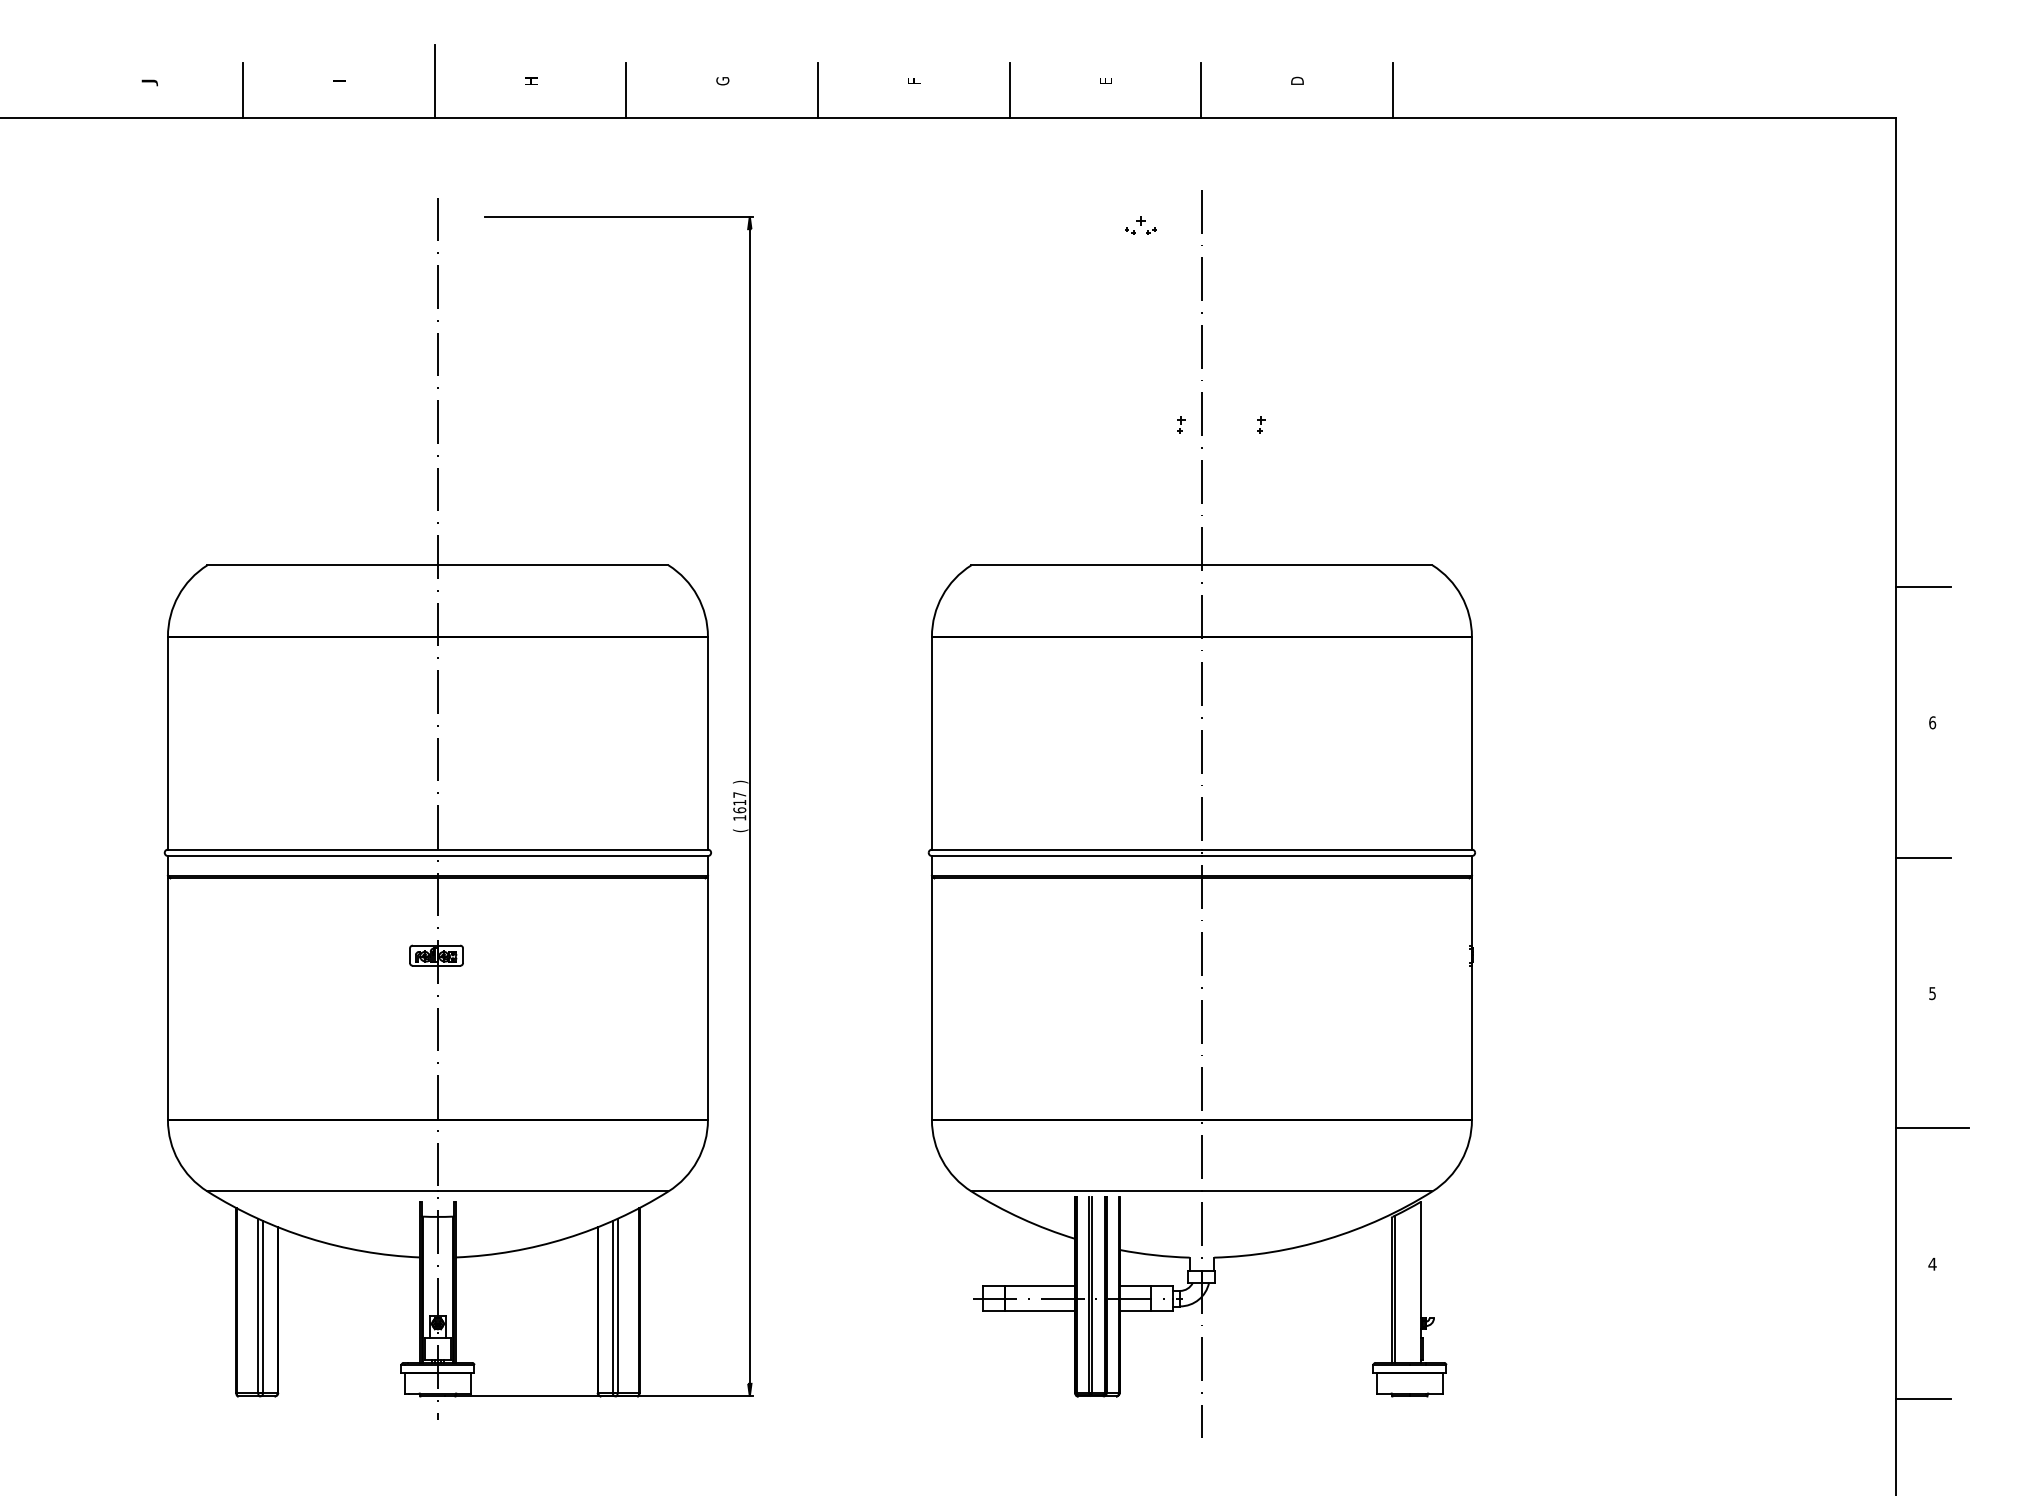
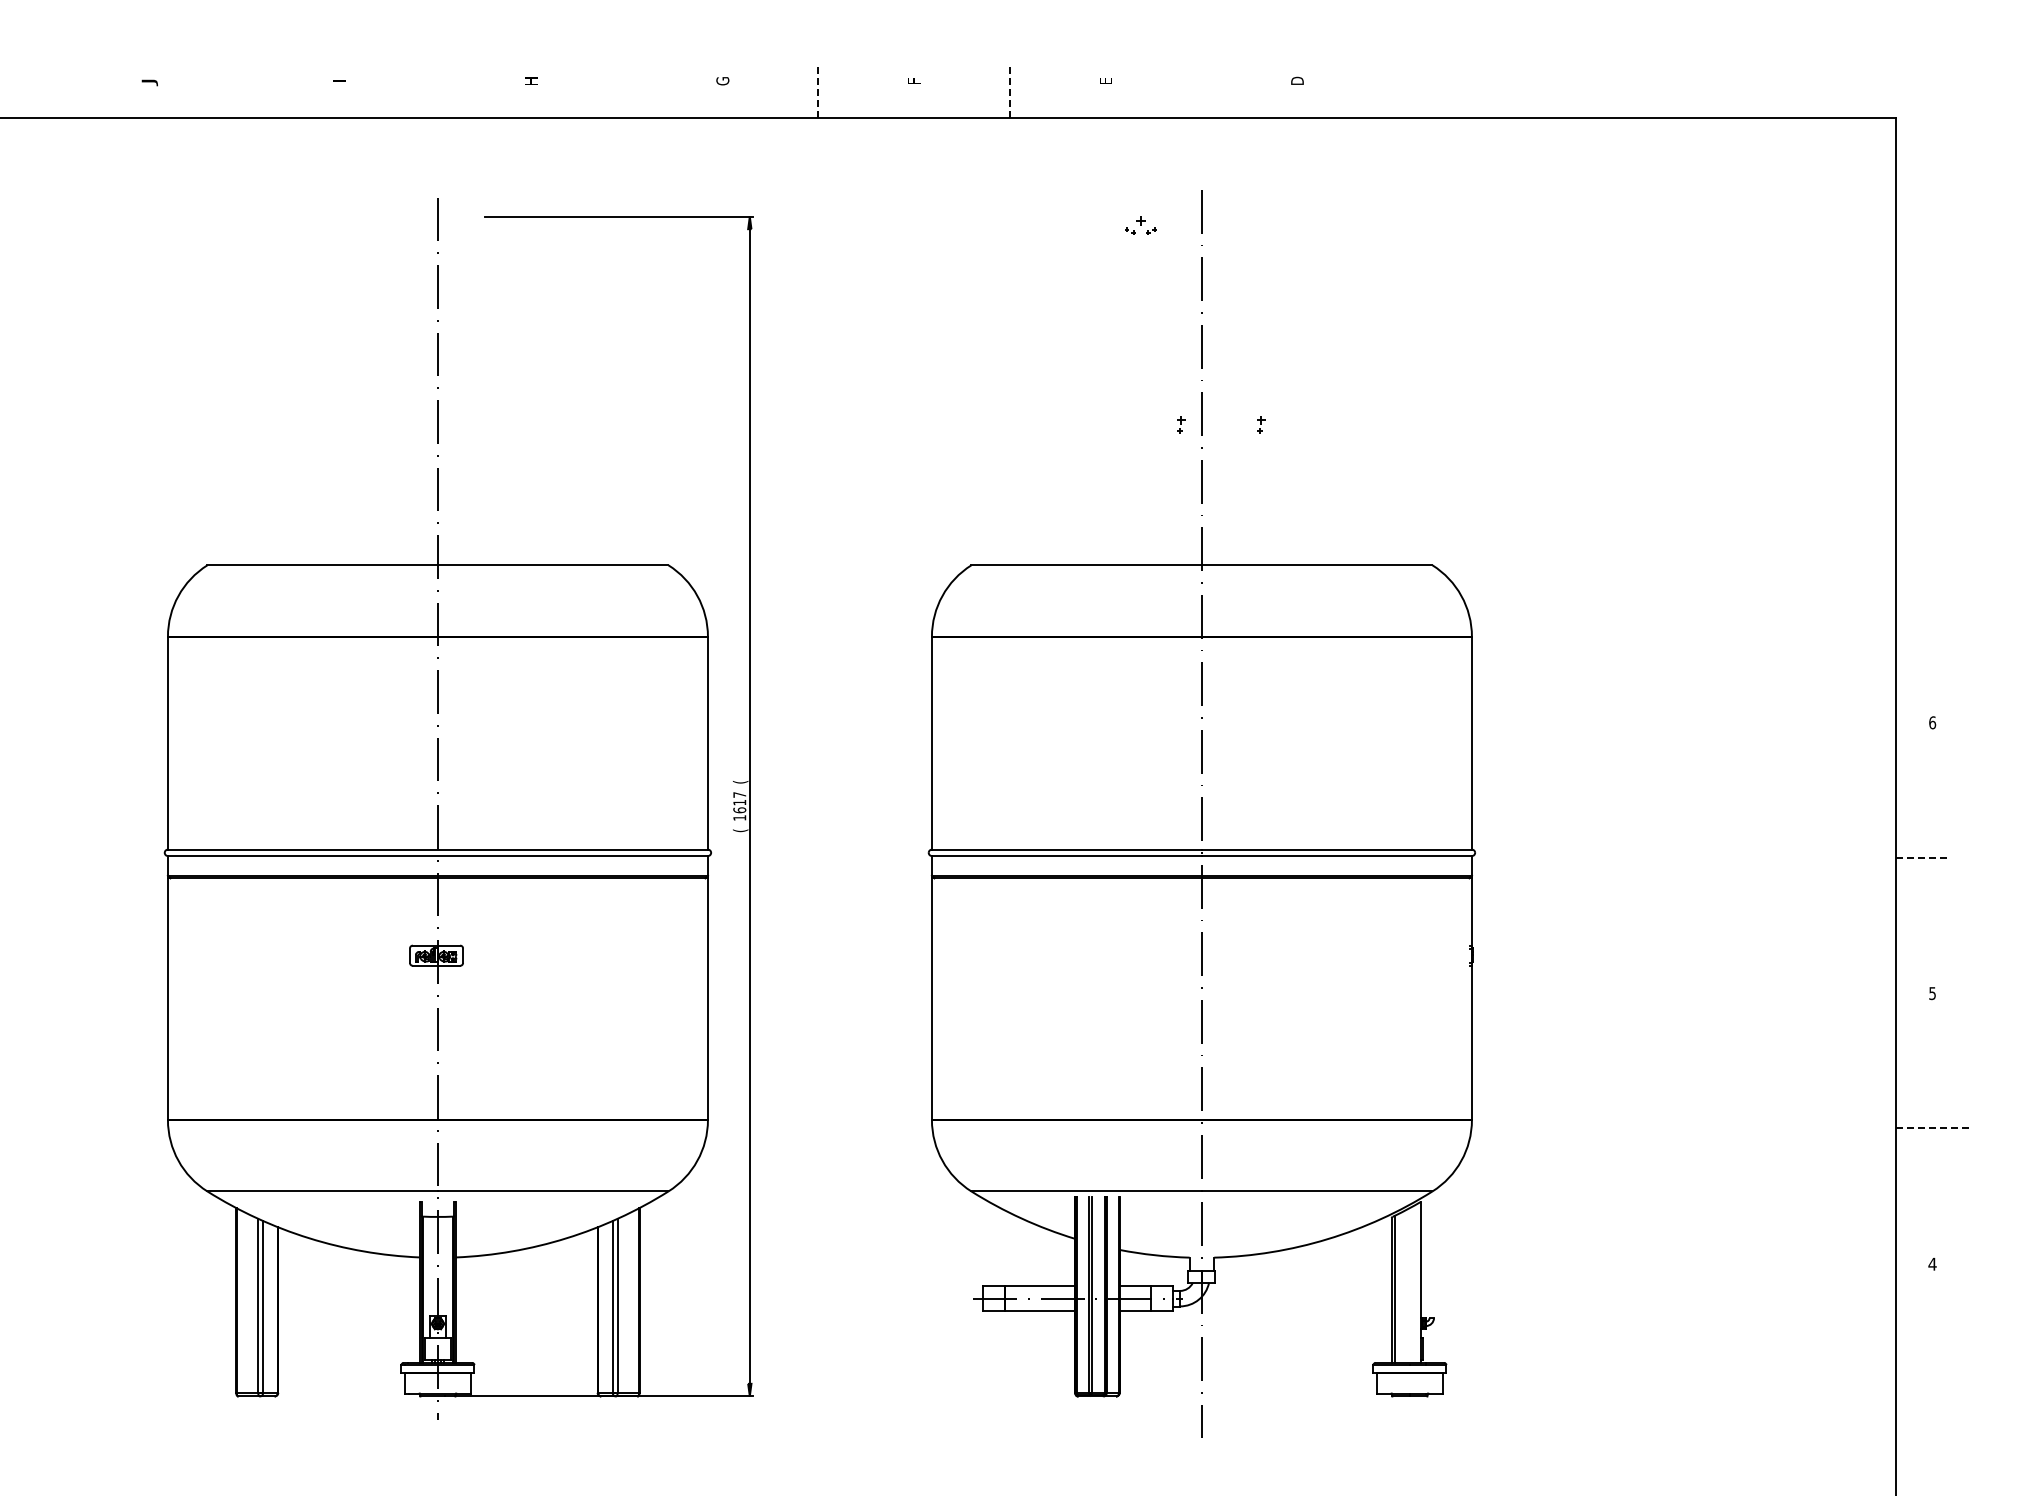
line at (434, 80): present -> none
line at (243, 89): present -> none
line at (626, 89): present -> none
line at (817, 89): solid -> dashed
line at (1009, 89): solid -> dashed
line at (1201, 89): present -> none
line at (1392, 89): present -> none
line at (1923, 586): present -> none
text at (740, 781): ) -> (
line at (1923, 857): solid -> dashed
line at (1933, 1128): solid -> dashed
line at (1923, 1398): present -> none
